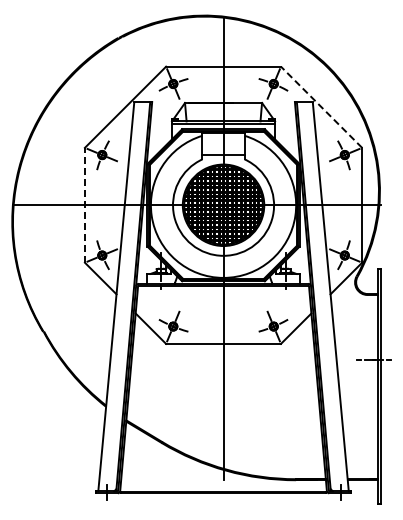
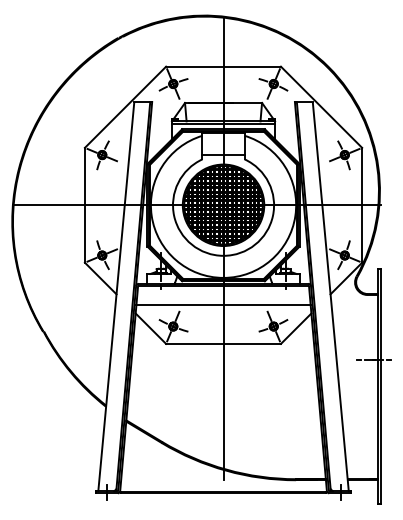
line at (321, 106): dashed -> solid
line at (84, 204): dashed -> solid
line at (223, 305): none -> present
